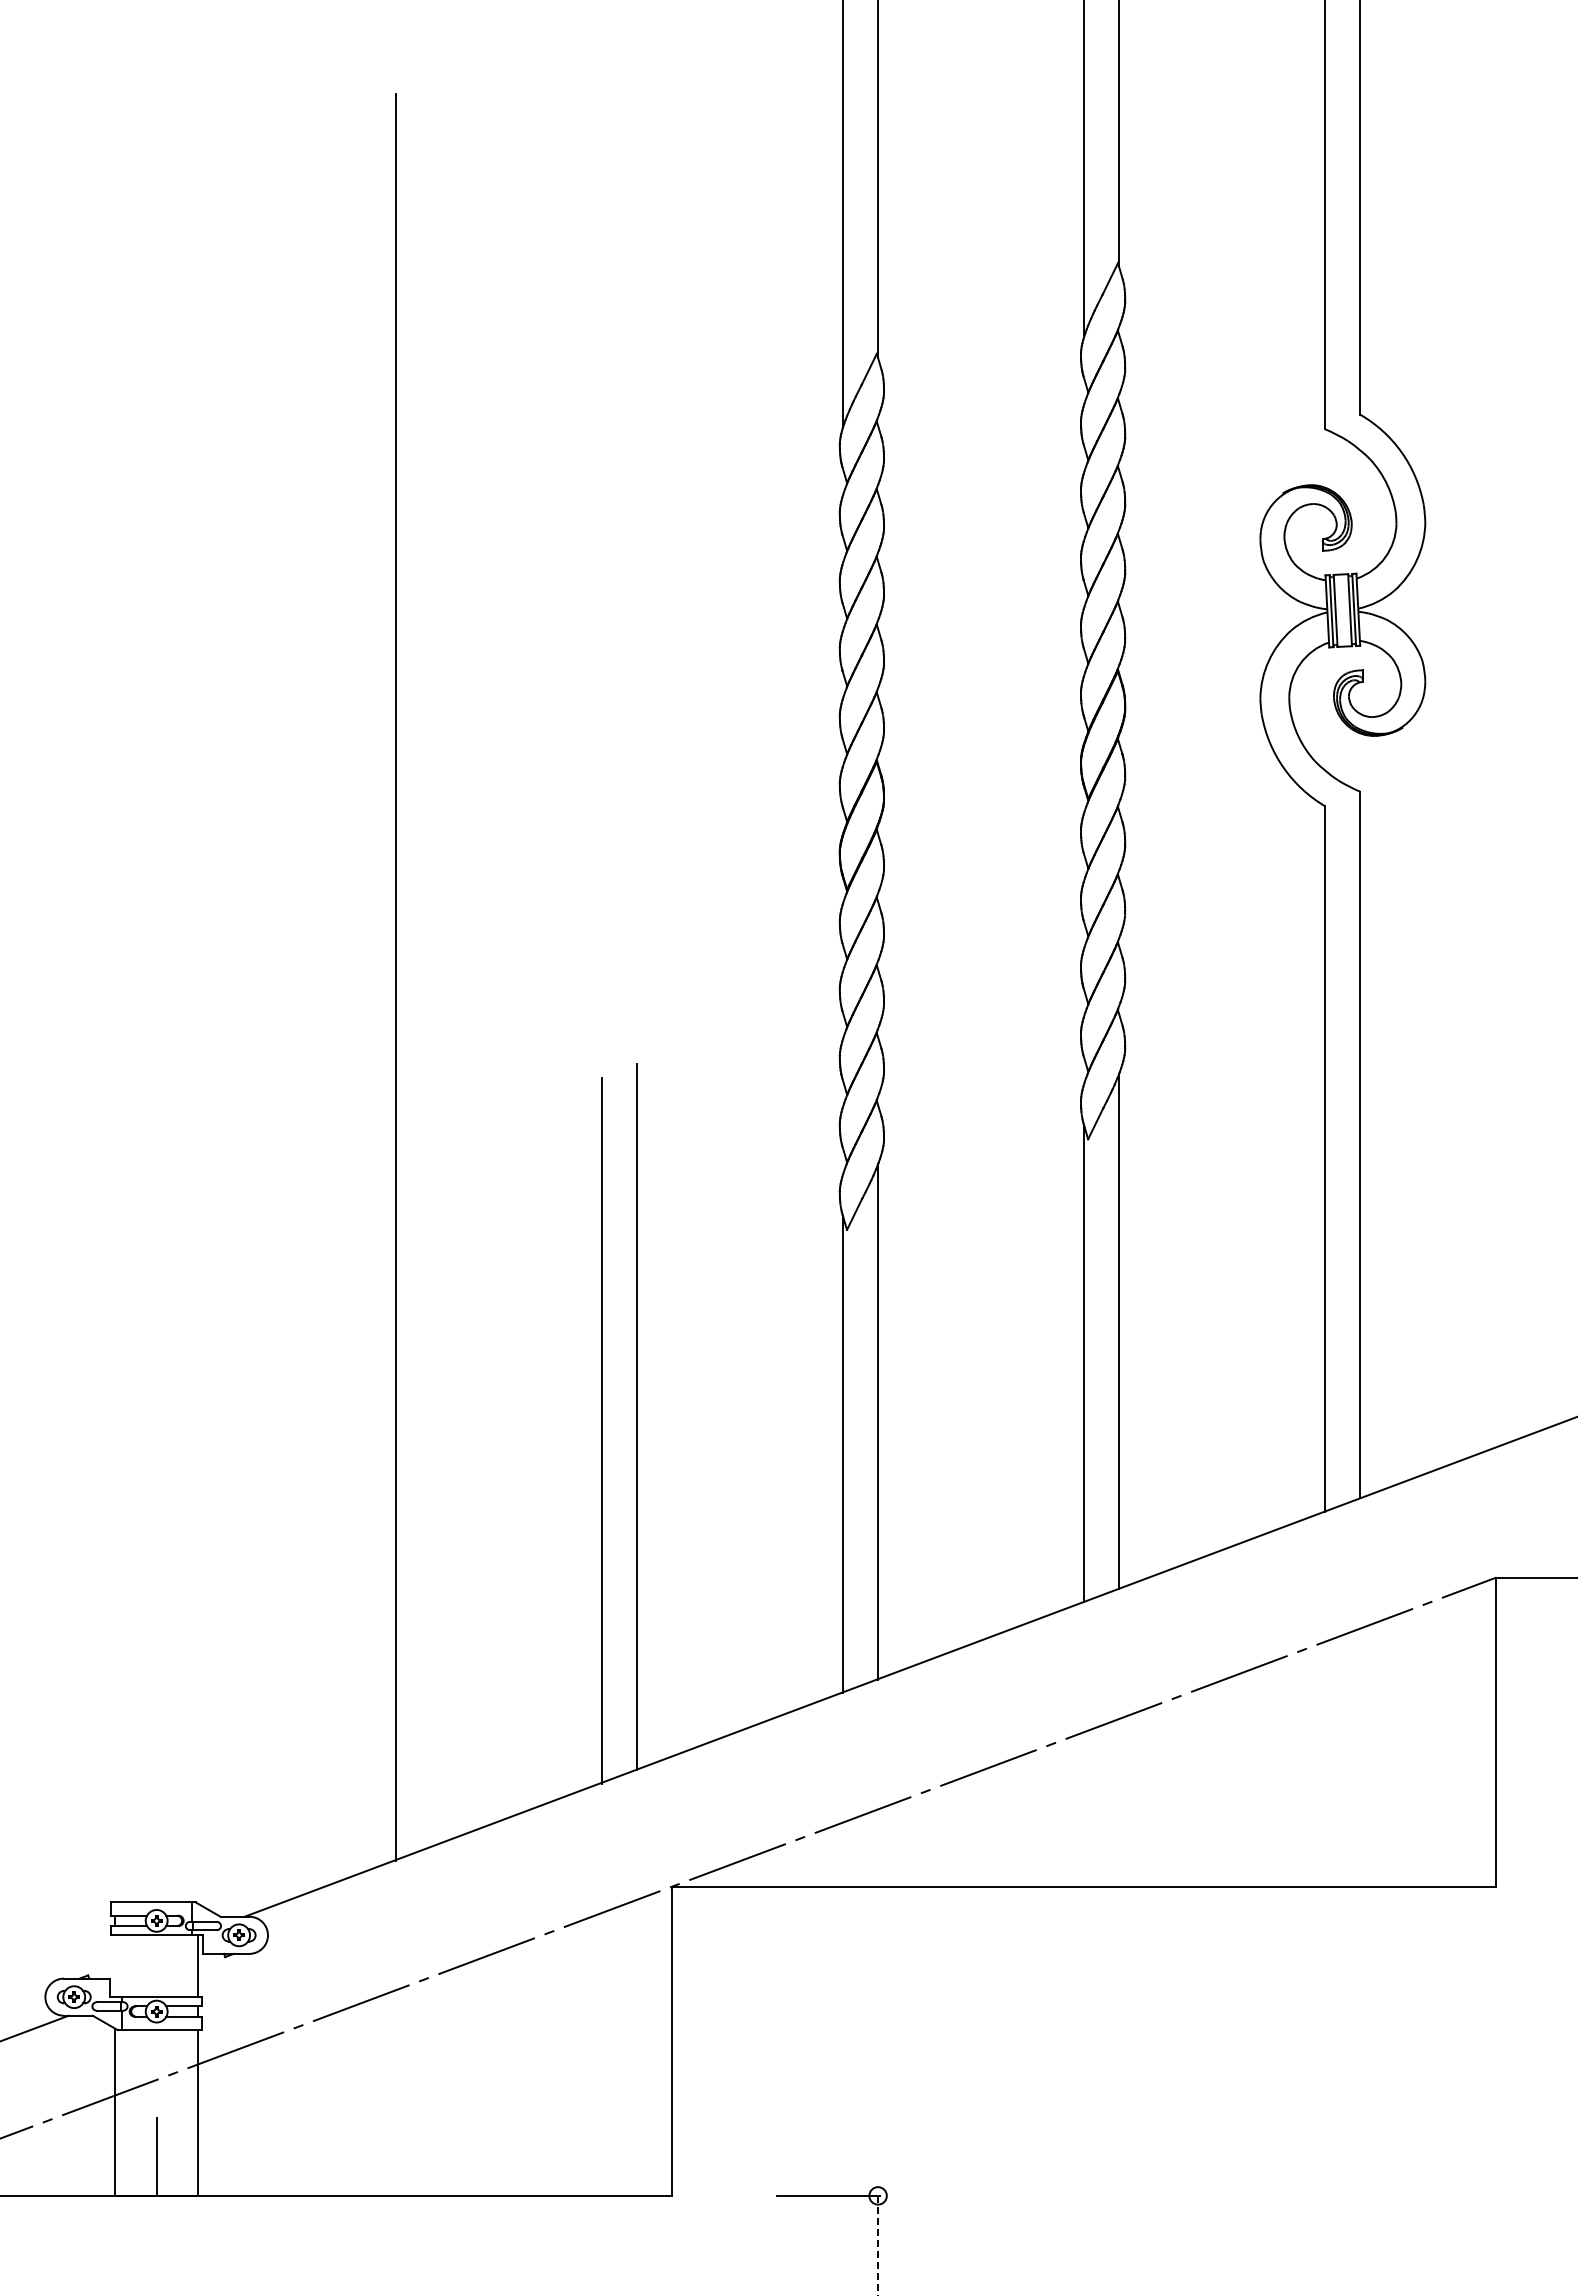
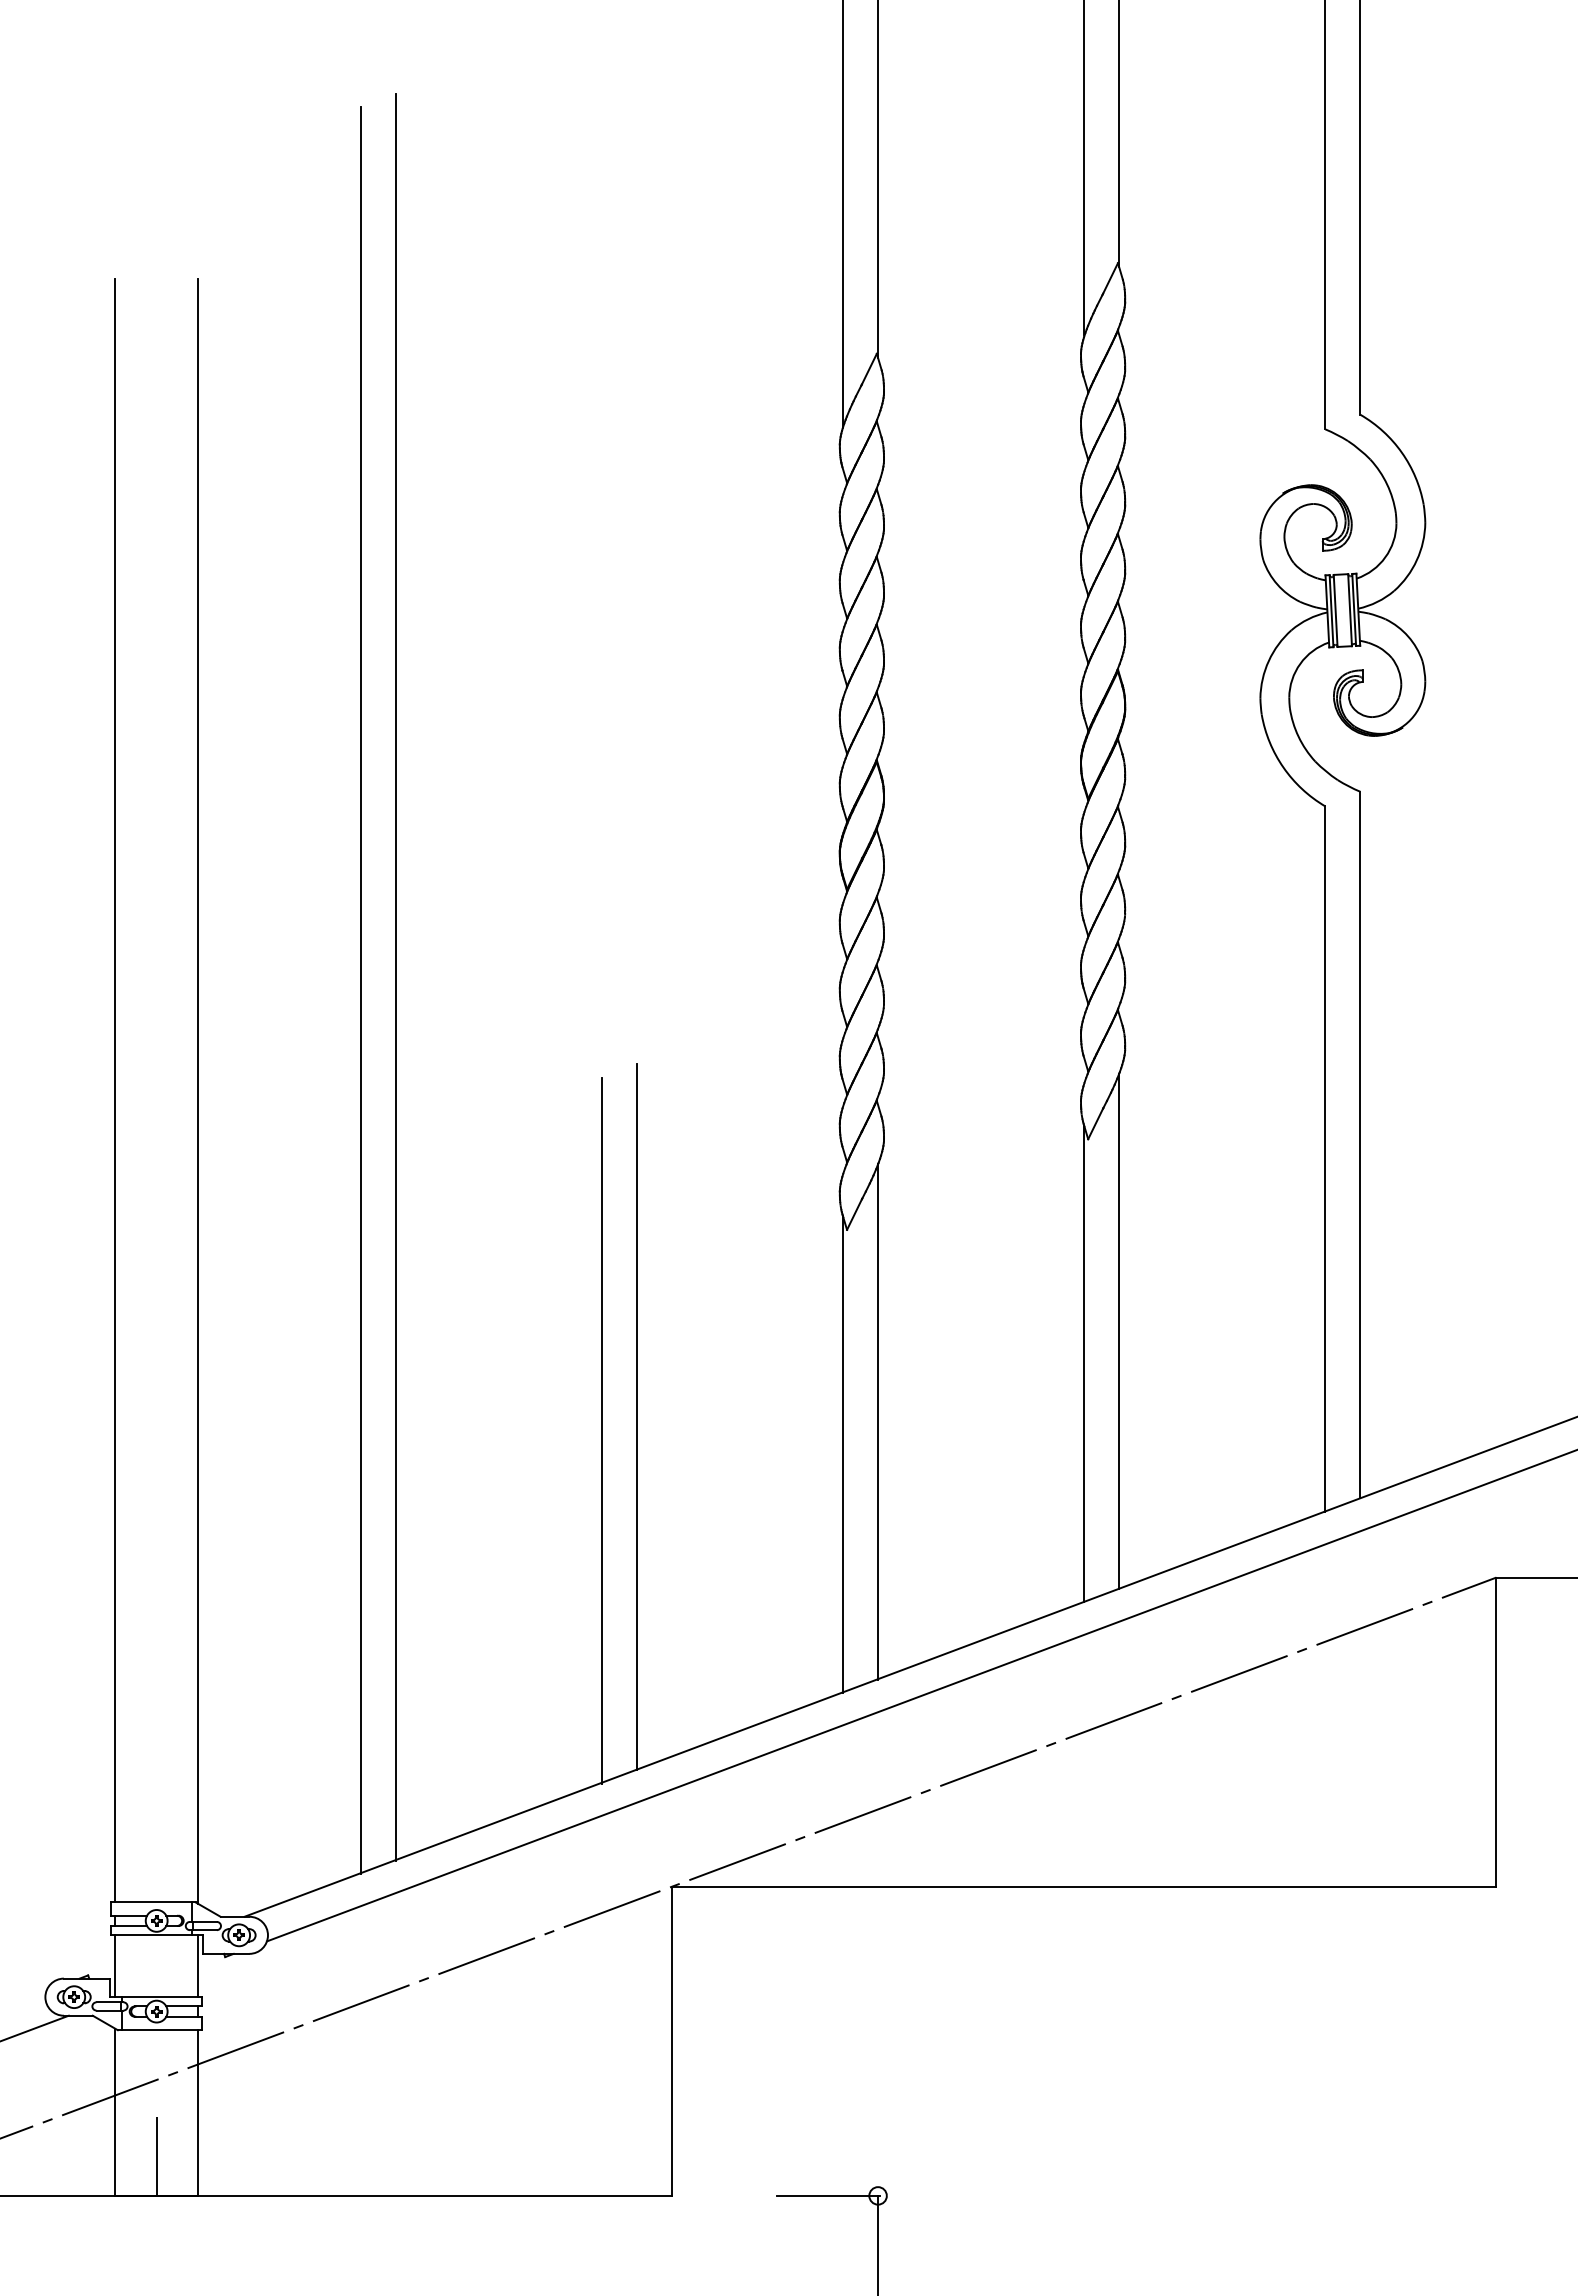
line at (360, 990): none -> present
line at (114, 1090): none -> present
line at (198, 1091): none -> present
line at (920, 1696): none -> present
line at (114, 1966): none -> present
line at (878, 2245): dashed -> solid
